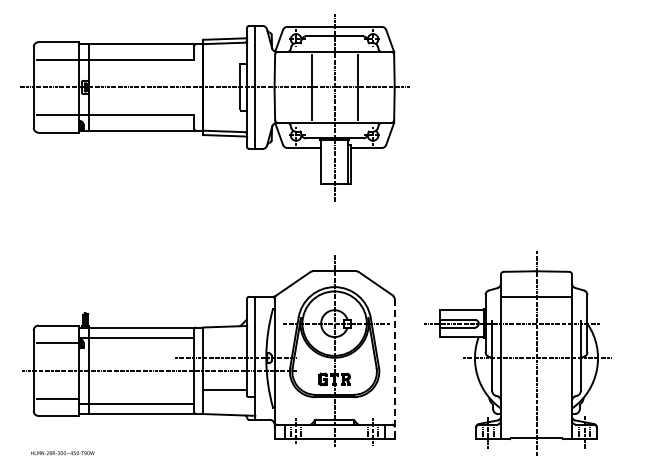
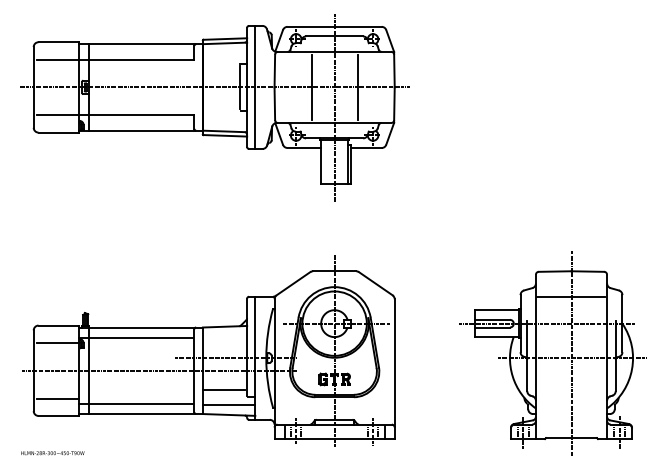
part at (517, 353) position: (517, 353) -> (552, 353)
line at (394, 369): dashed -> solid
line at (228, 404): none -> present
text at (62, 453) position: (62, 453) -> (52, 453)
